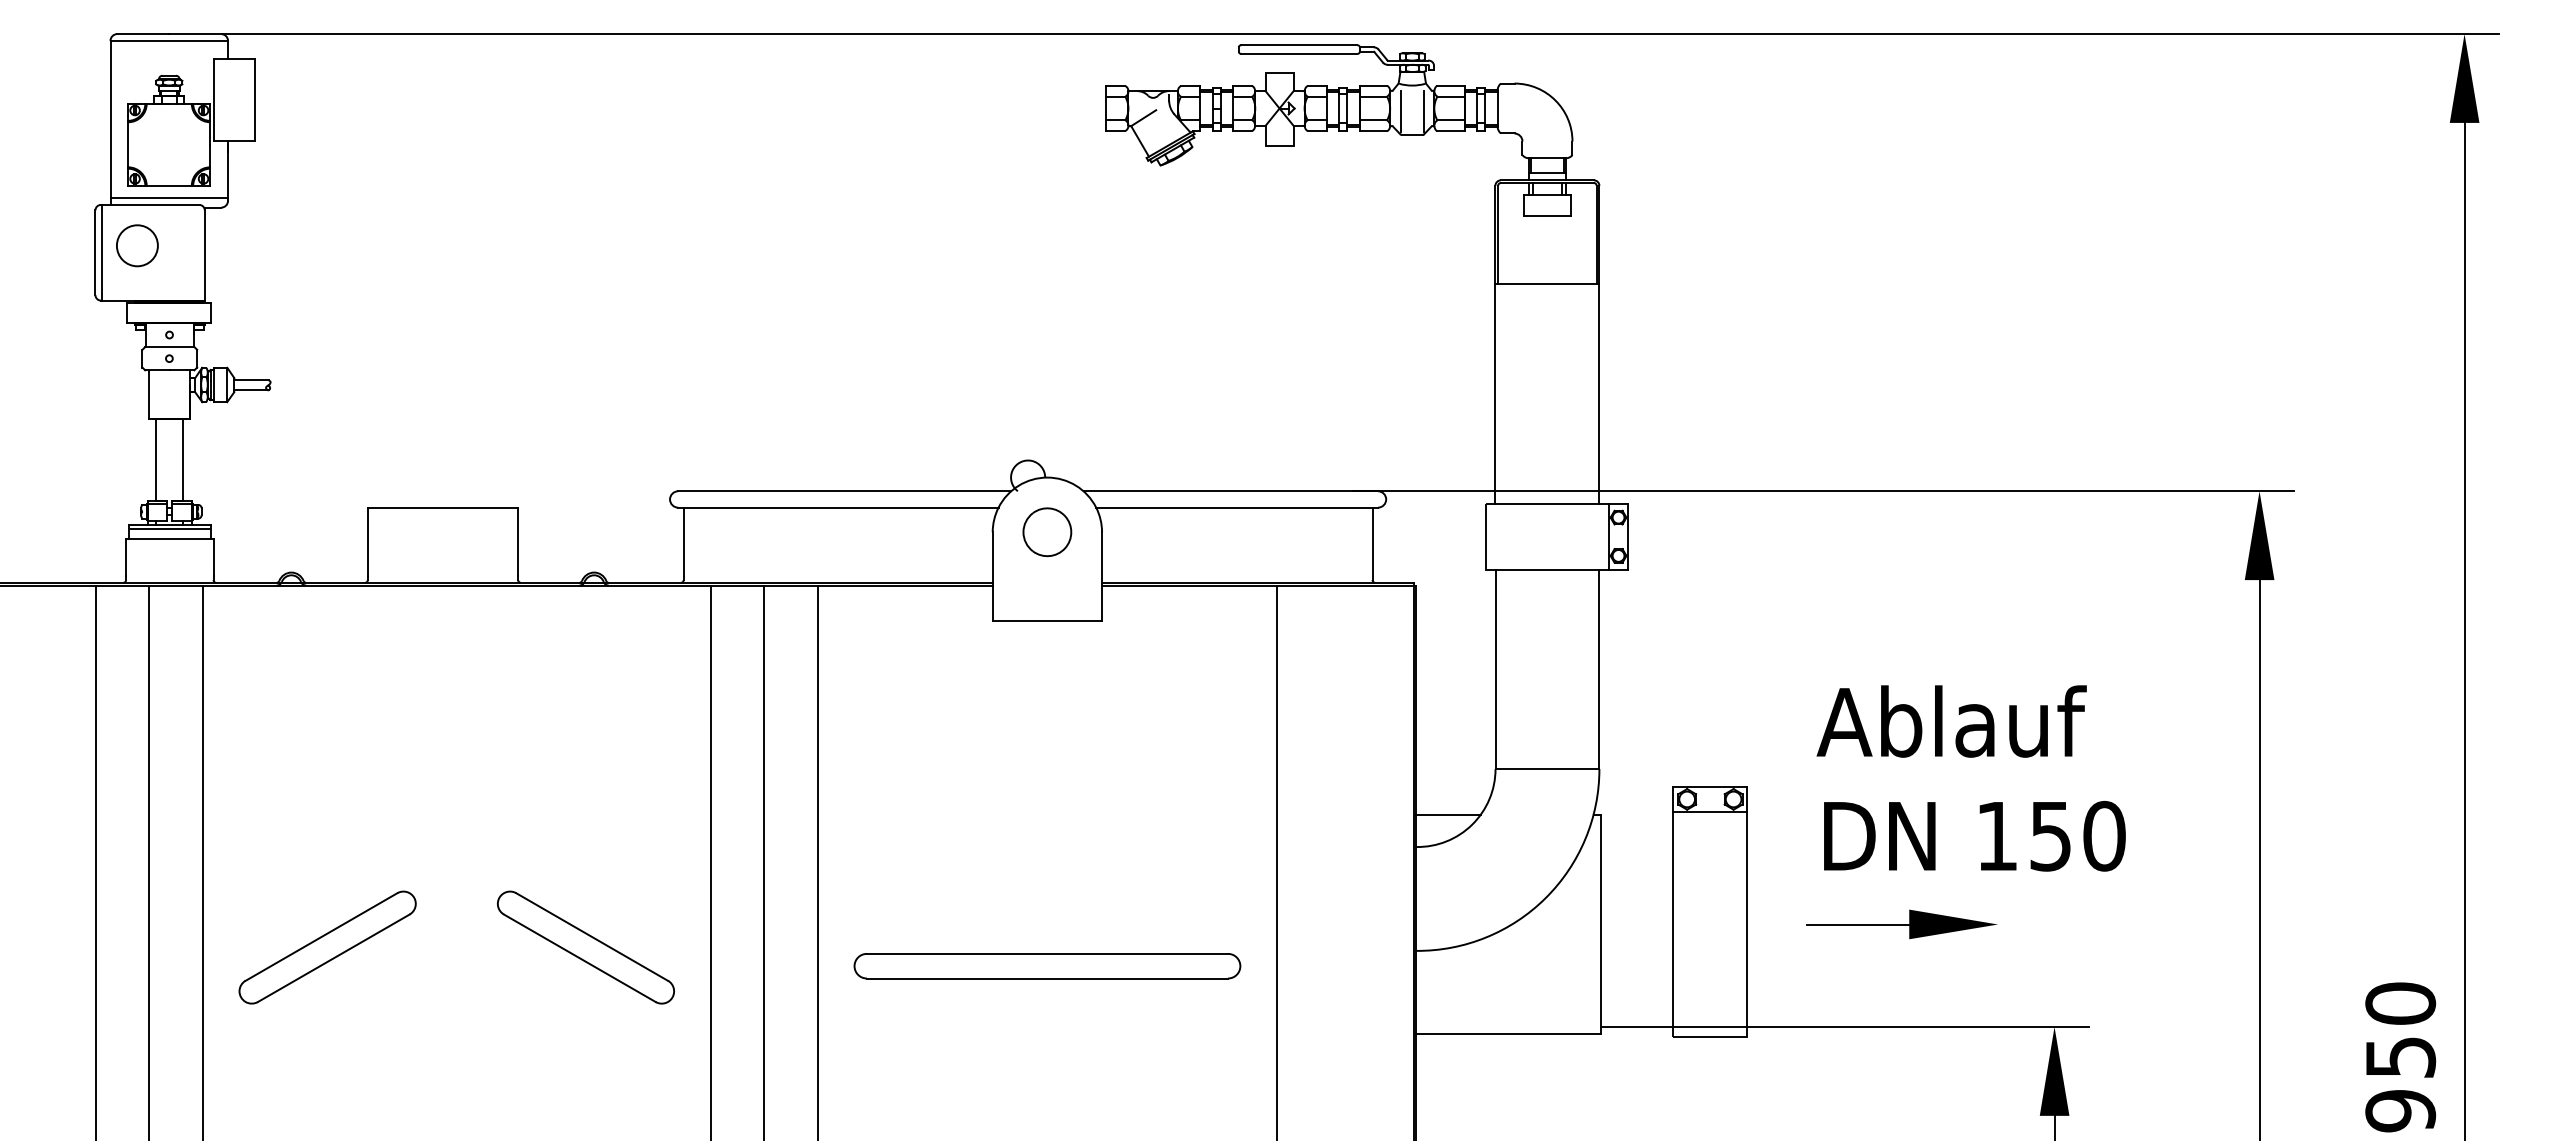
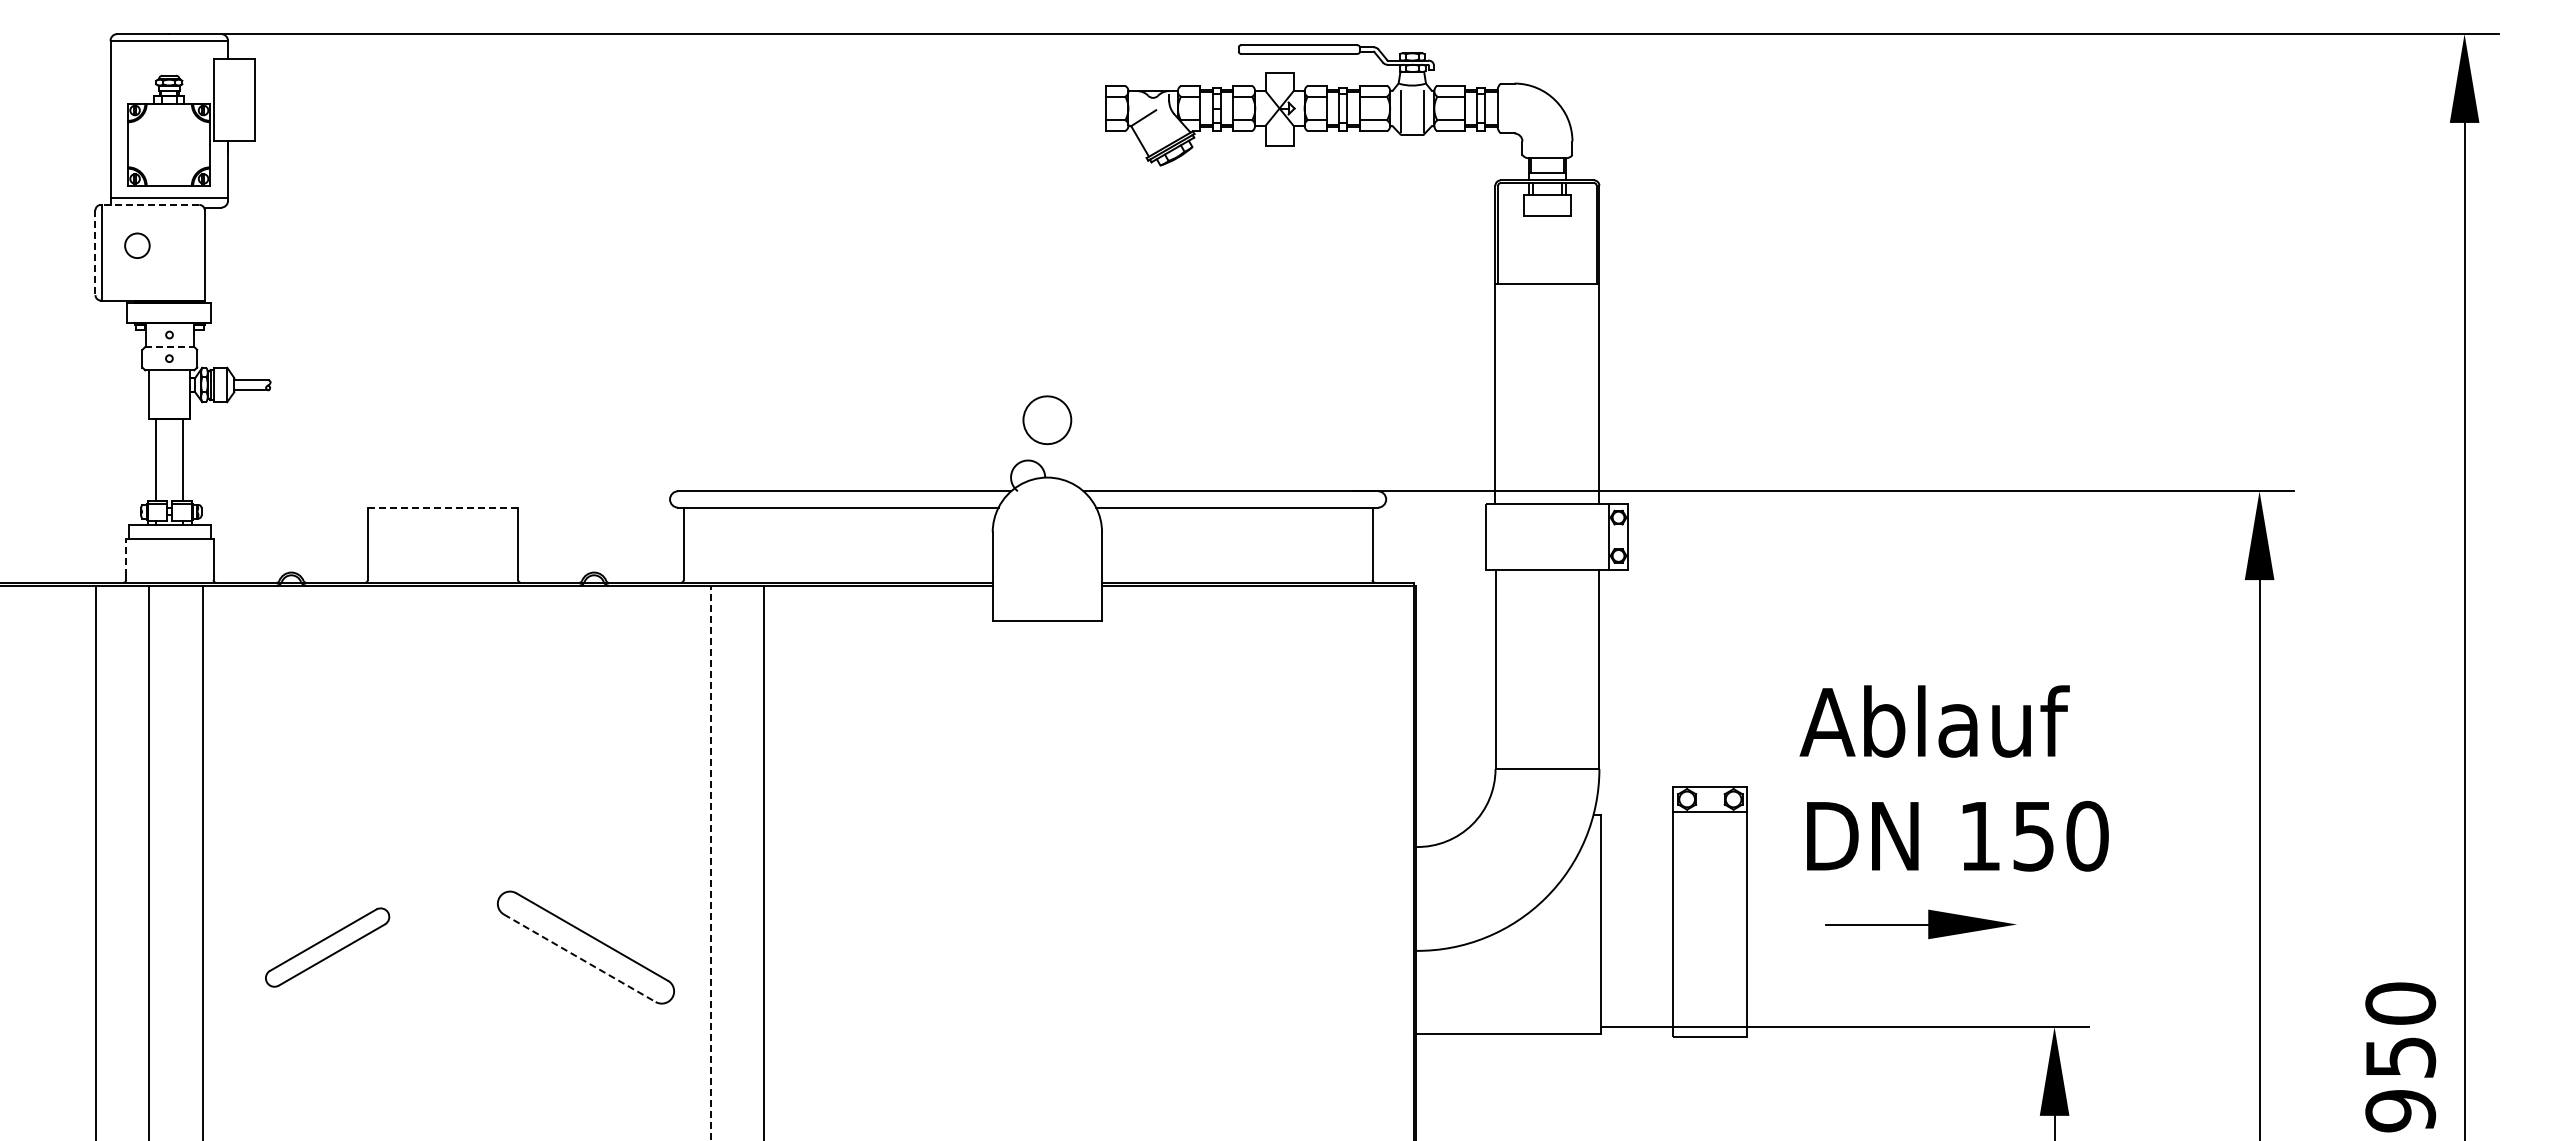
line at (150, 204): solid -> dashed
circle at (136, 245) diameter: 41 px -> 25 px
line at (95, 253): solid -> dashed
line at (169, 347): solid -> dashed
line at (443, 507): solid -> dashed
line at (169, 528): present -> none
part at (1047, 532) position: (1047, 532) -> (1047, 420)
line at (126, 557): solid -> dashed
text at (1970, 778) position: (1970, 778) -> (1953, 778)
line at (1448, 815): present -> none
line at (818, 861): present -> none
line at (1276, 861): present -> none
line at (710, 862): solid -> dashed
part at (1901, 924) position: (1901, 924) -> (1920, 924)
part at (327, 947) size: 179x115 px -> 126x81 px
line at (579, 958): solid -> dashed
part at (1047, 966): present -> none
